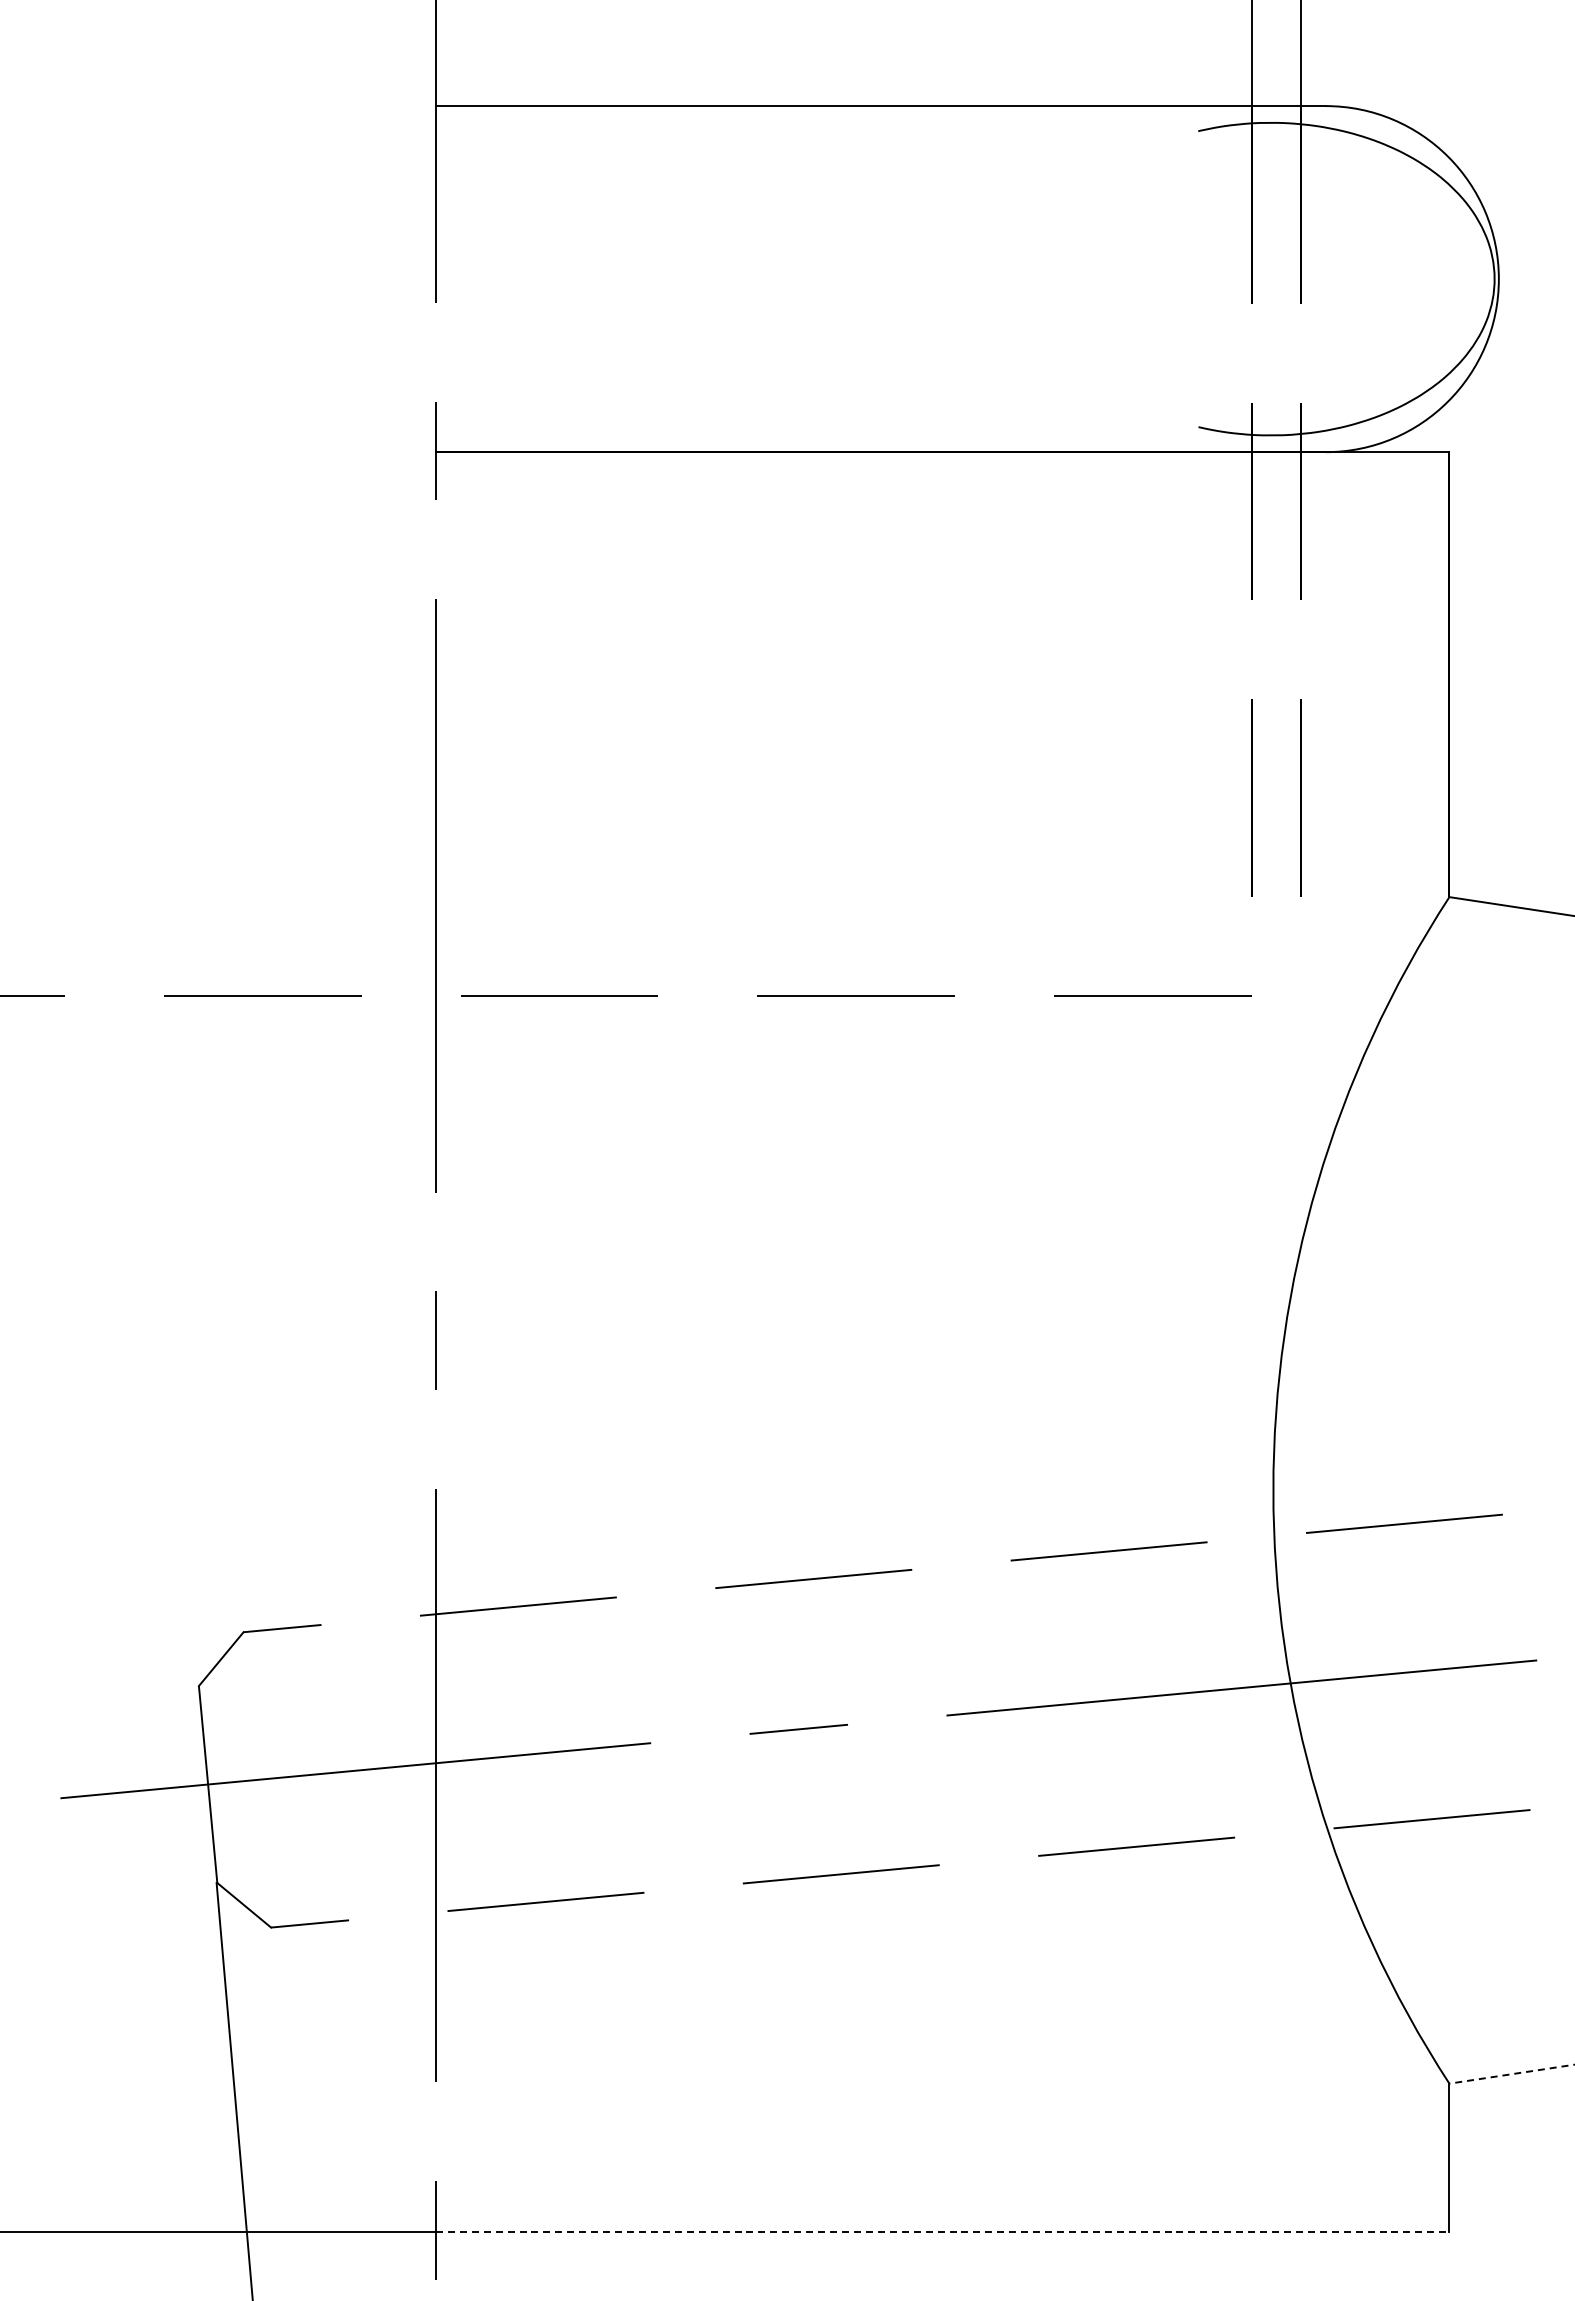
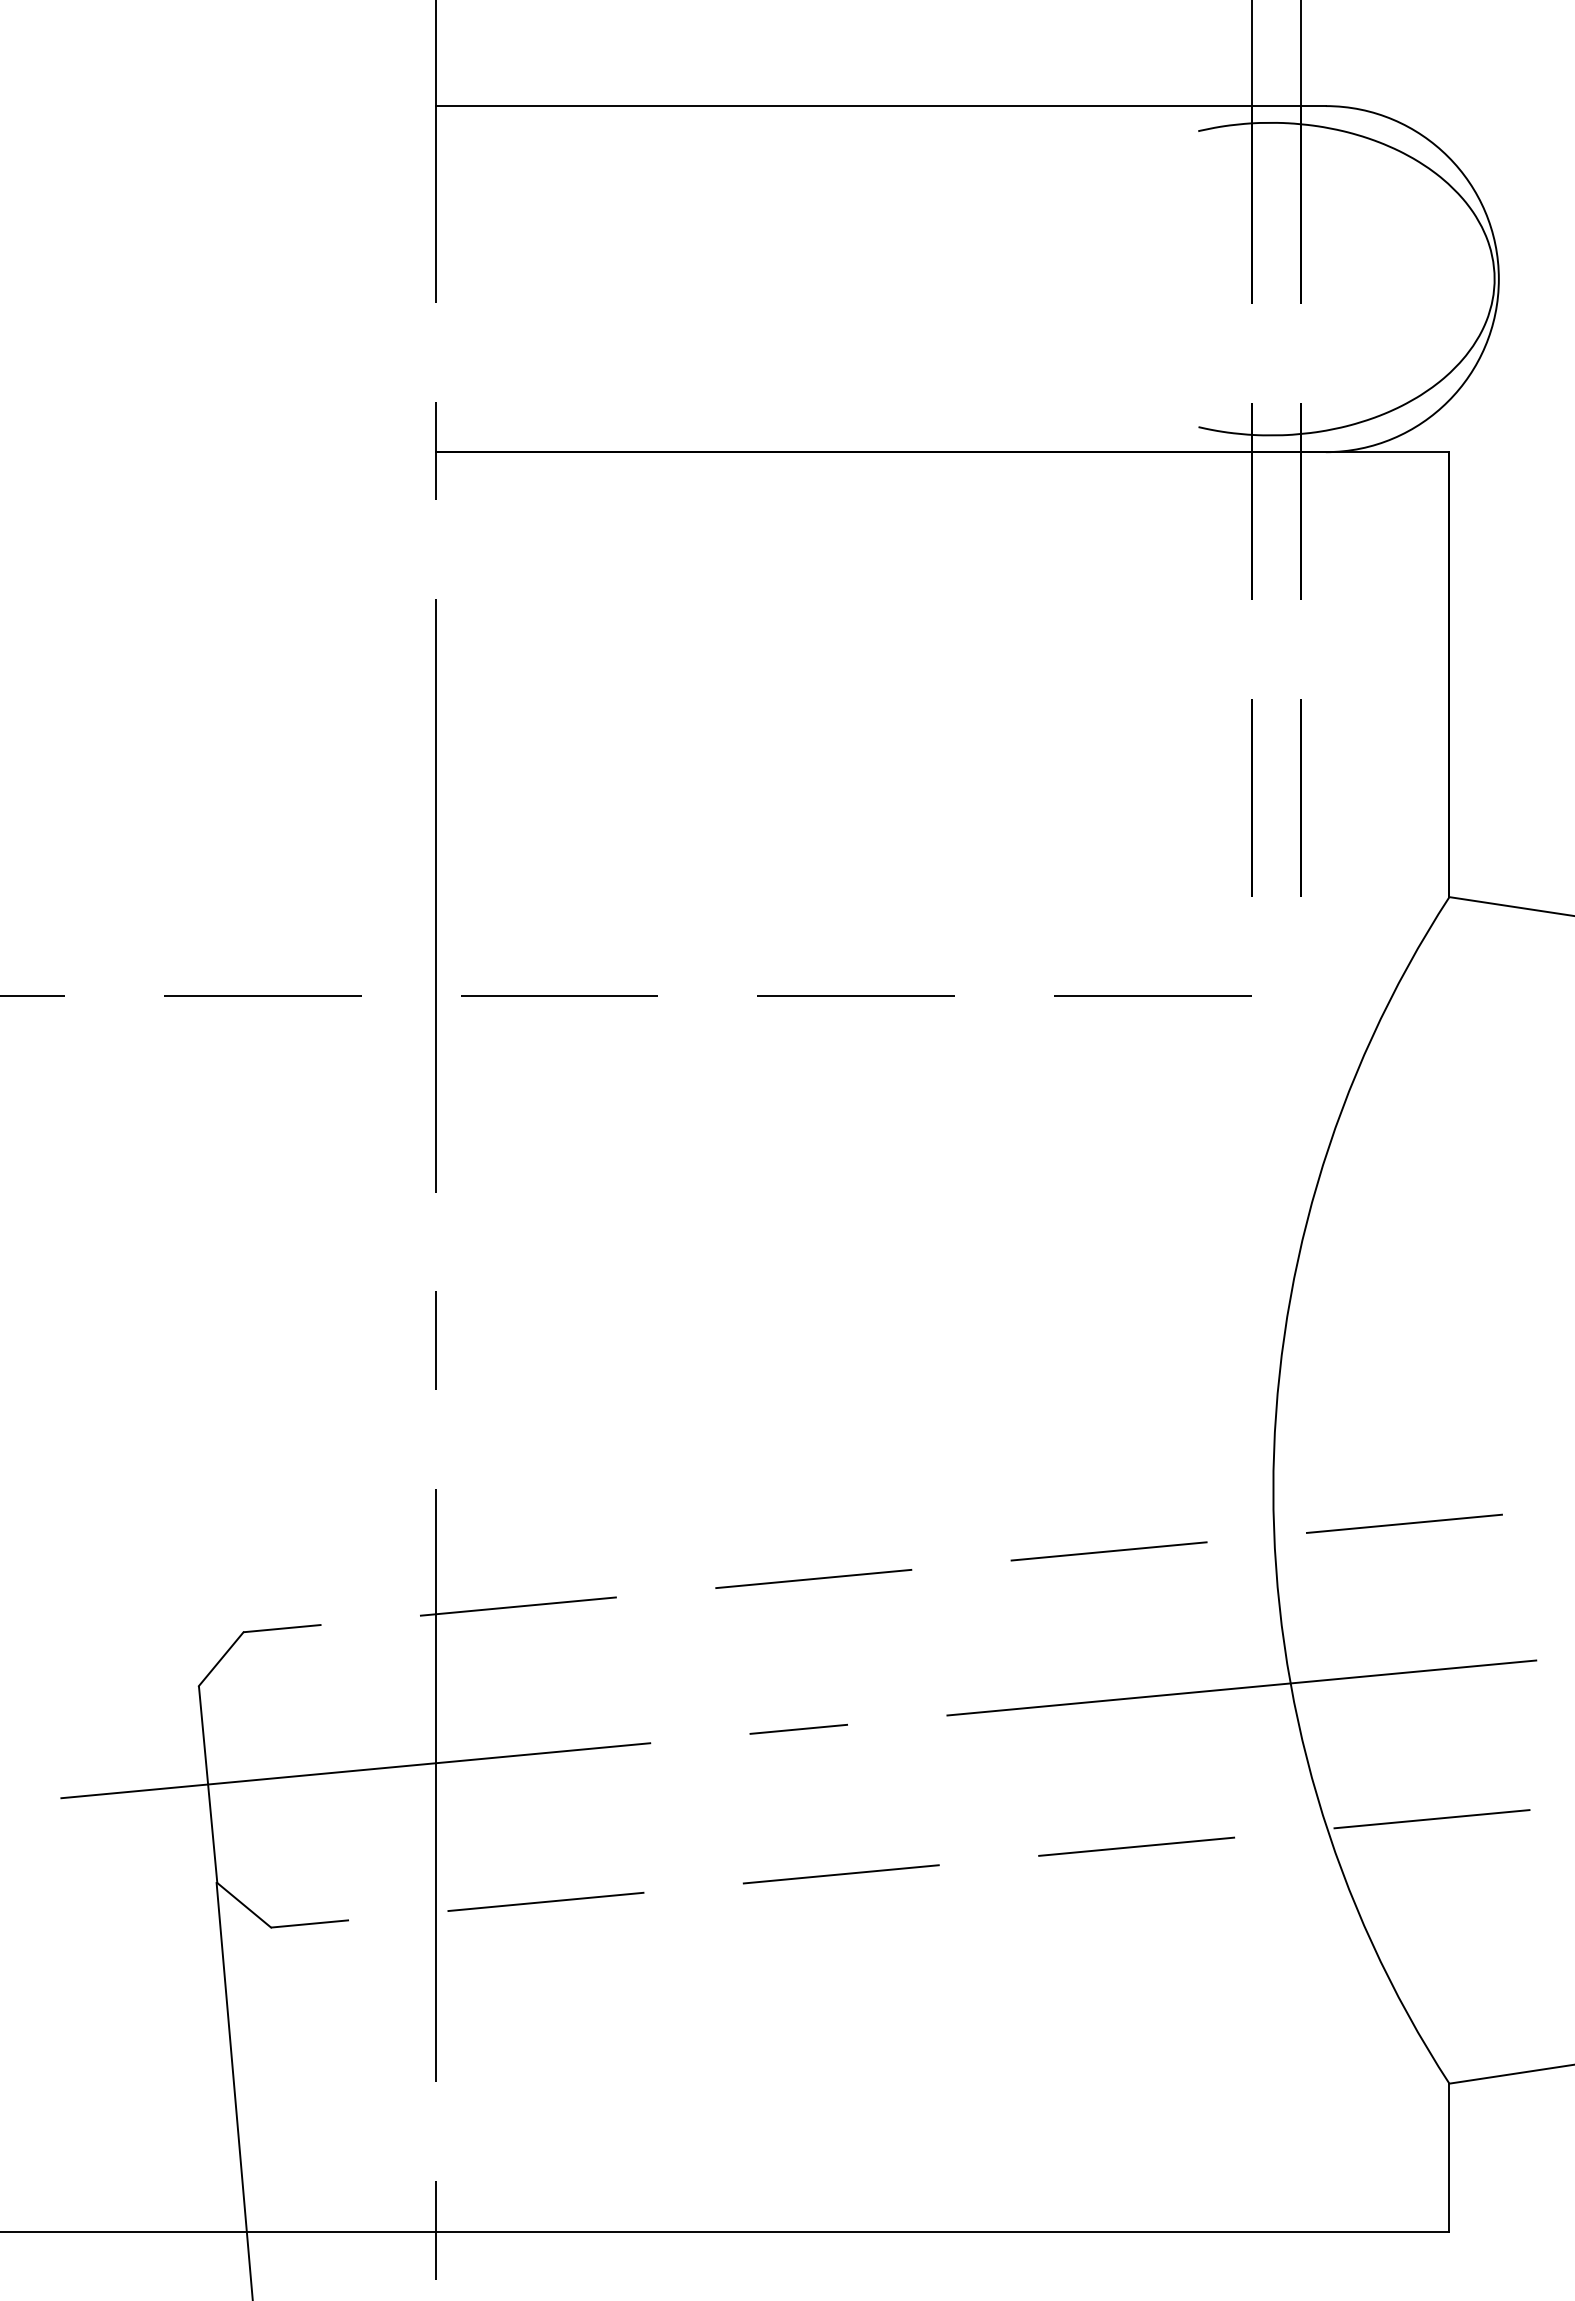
line at (1511, 2074): dashed -> solid
line at (942, 2231): dashed -> solid
